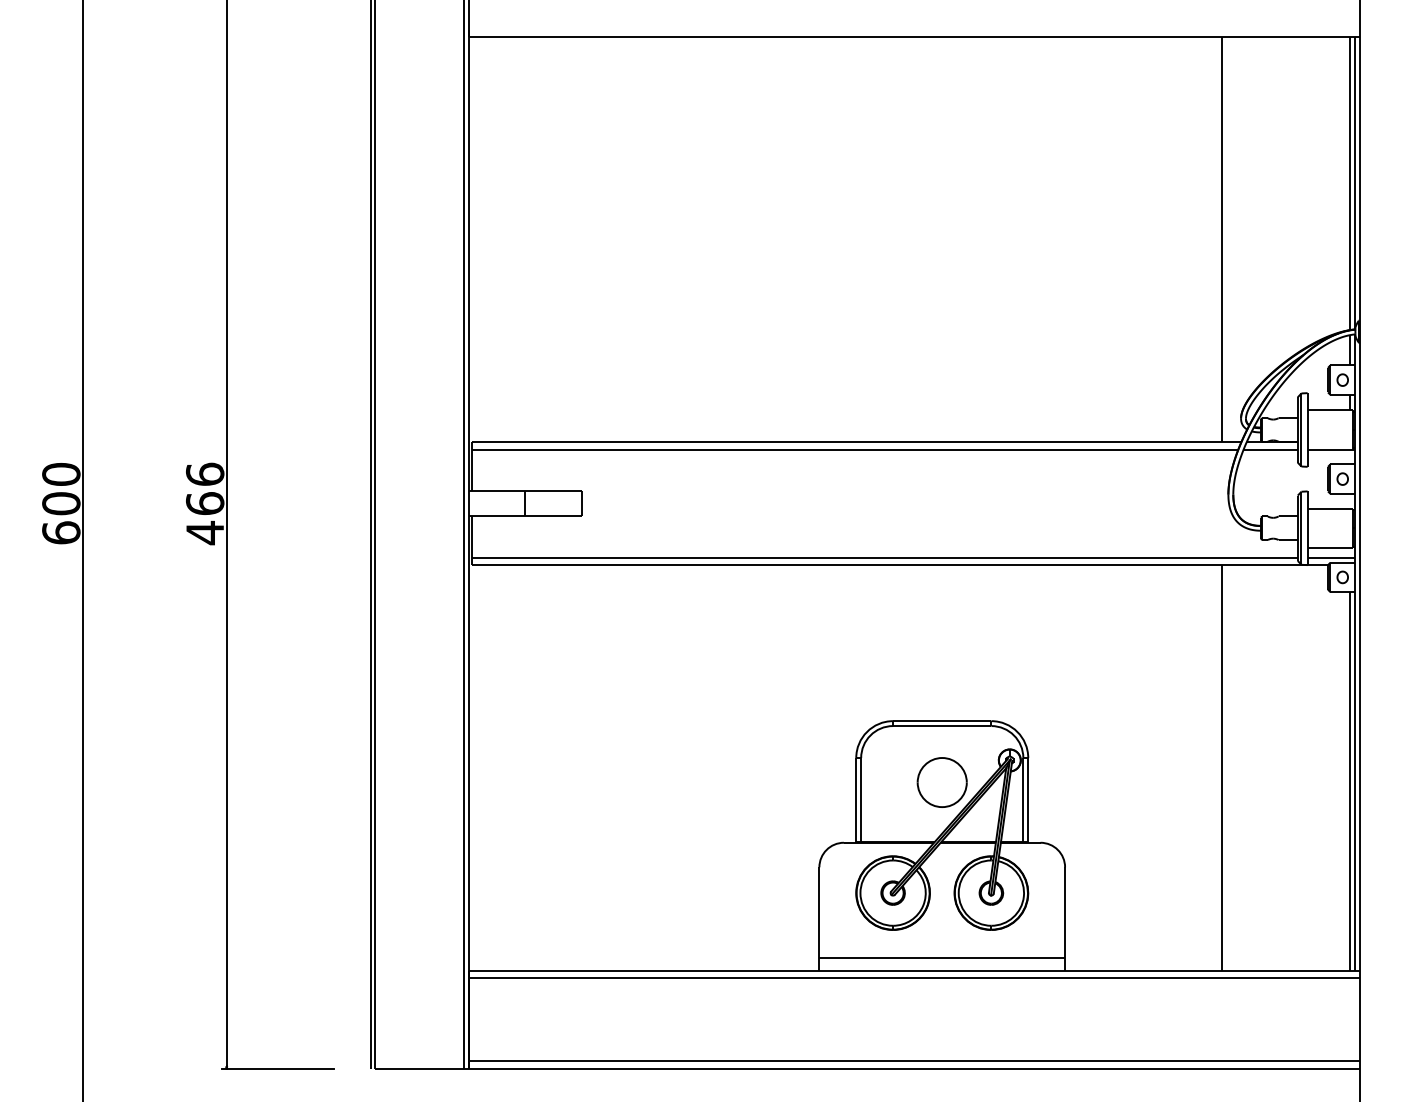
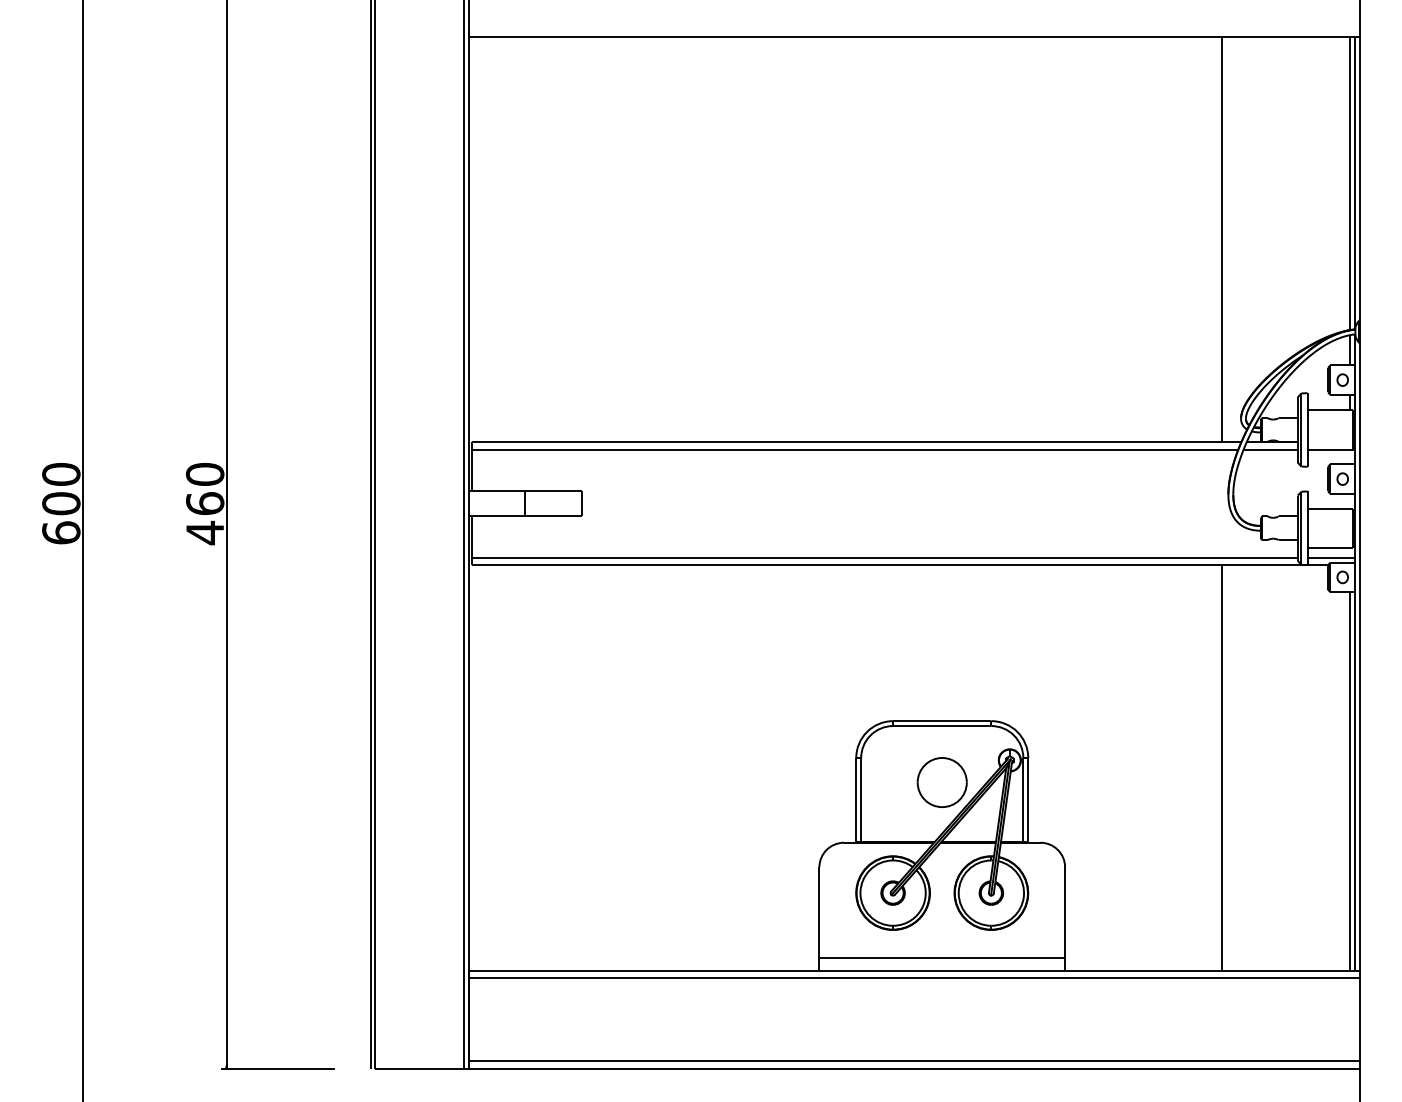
text at (205, 473): 466 -> 460
